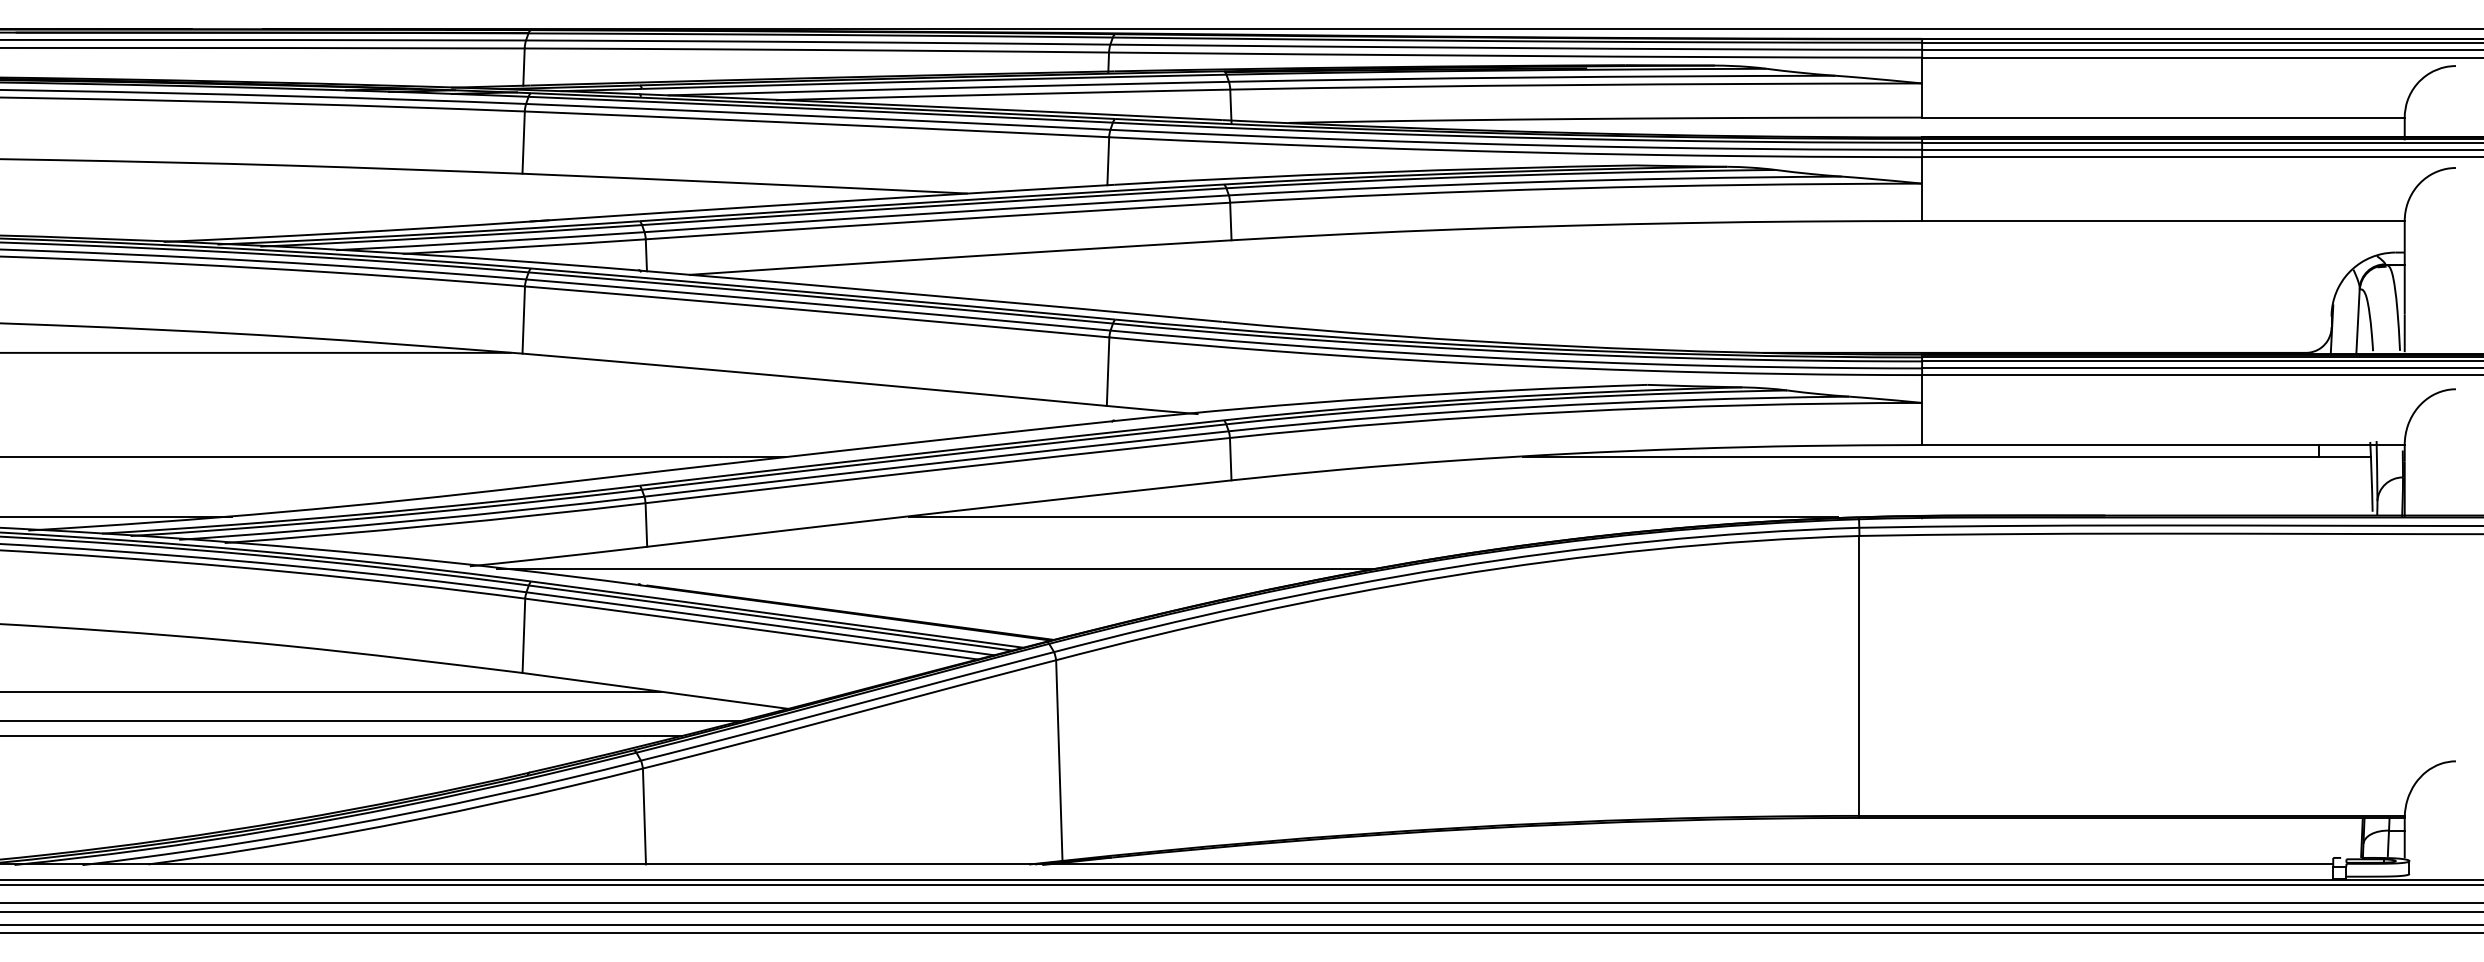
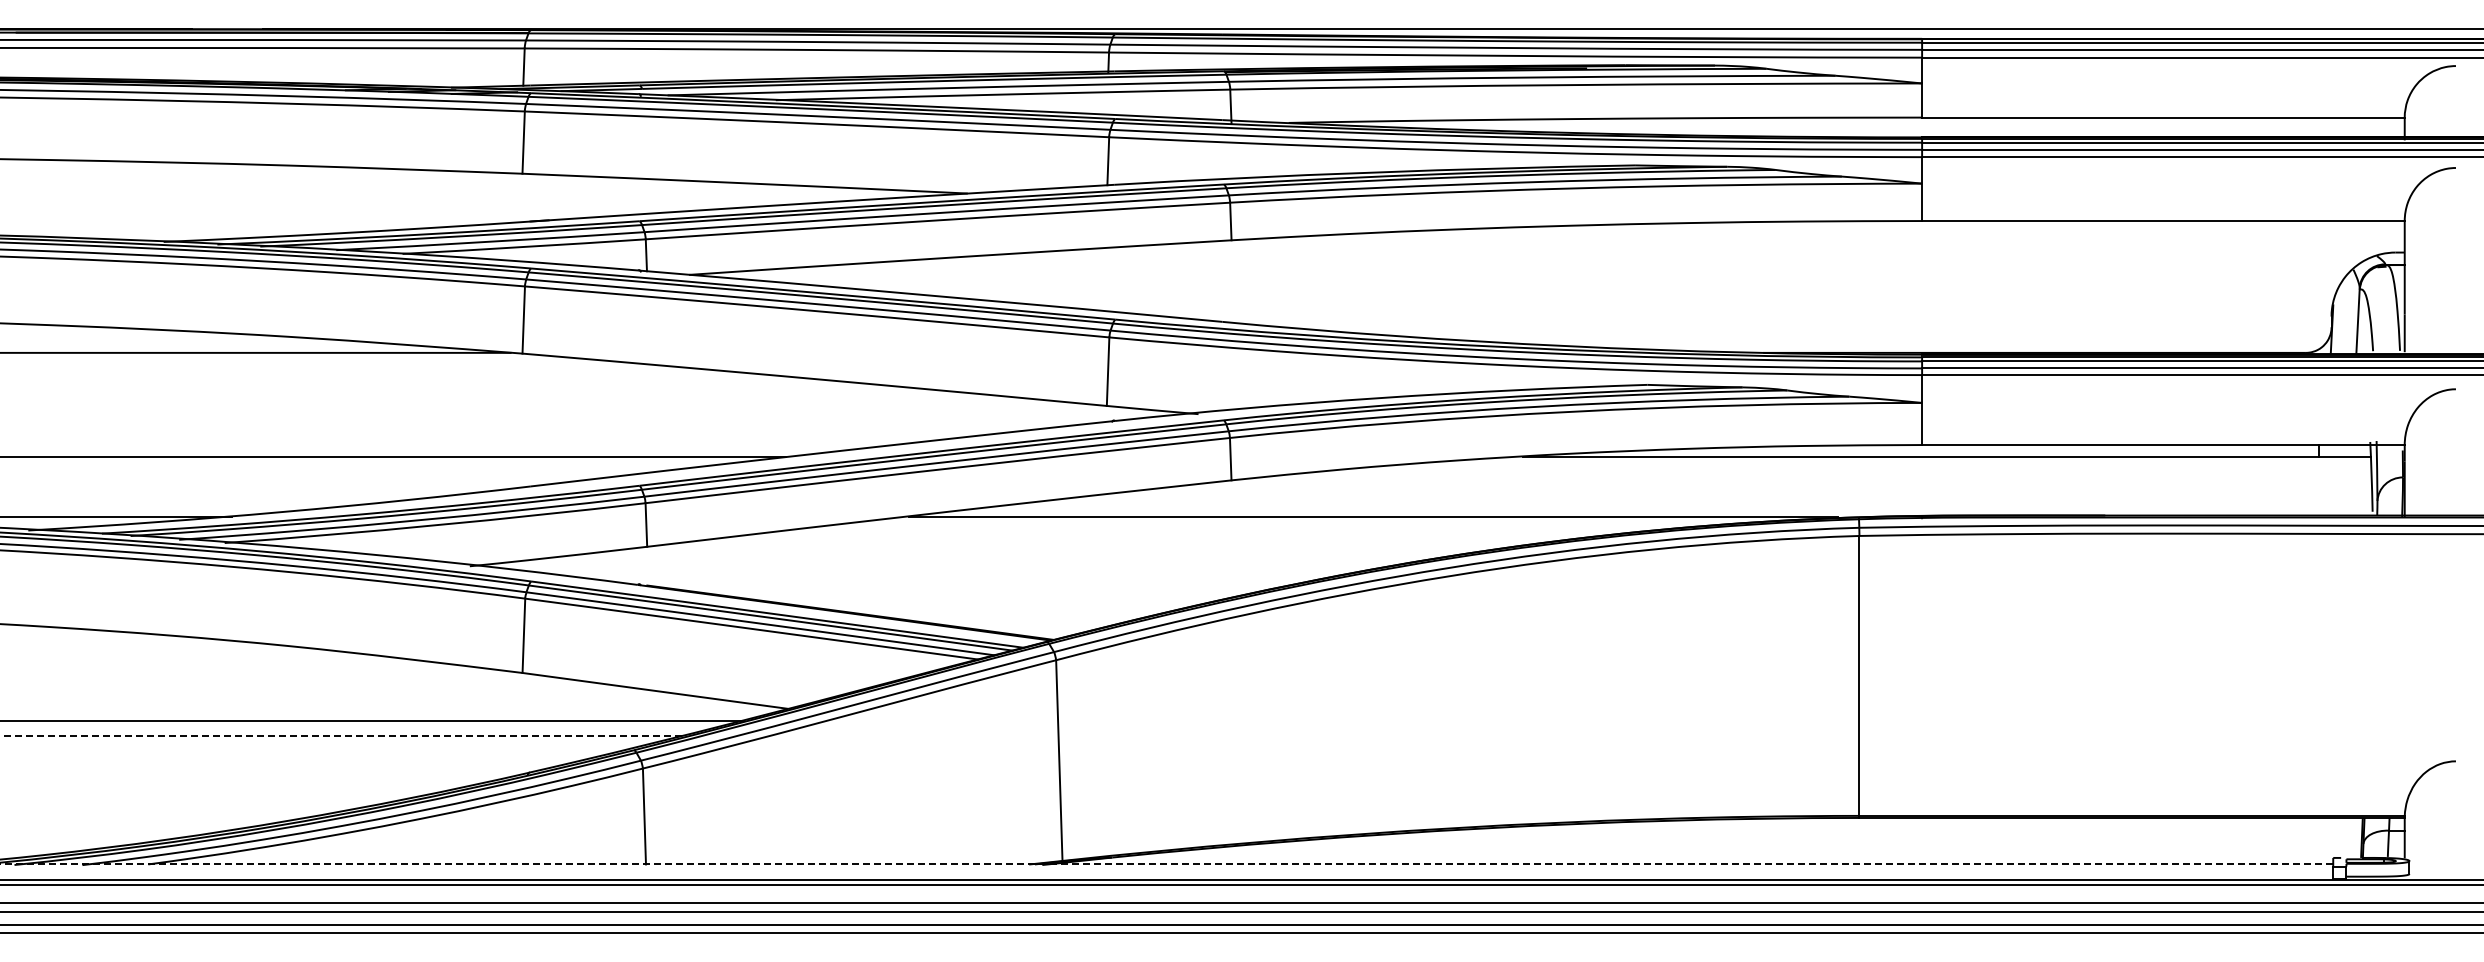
line at (936, 568): present -> none
line at (331, 691): present -> none
line at (341, 735): solid -> dashed
line at (1166, 864): solid -> dashed
